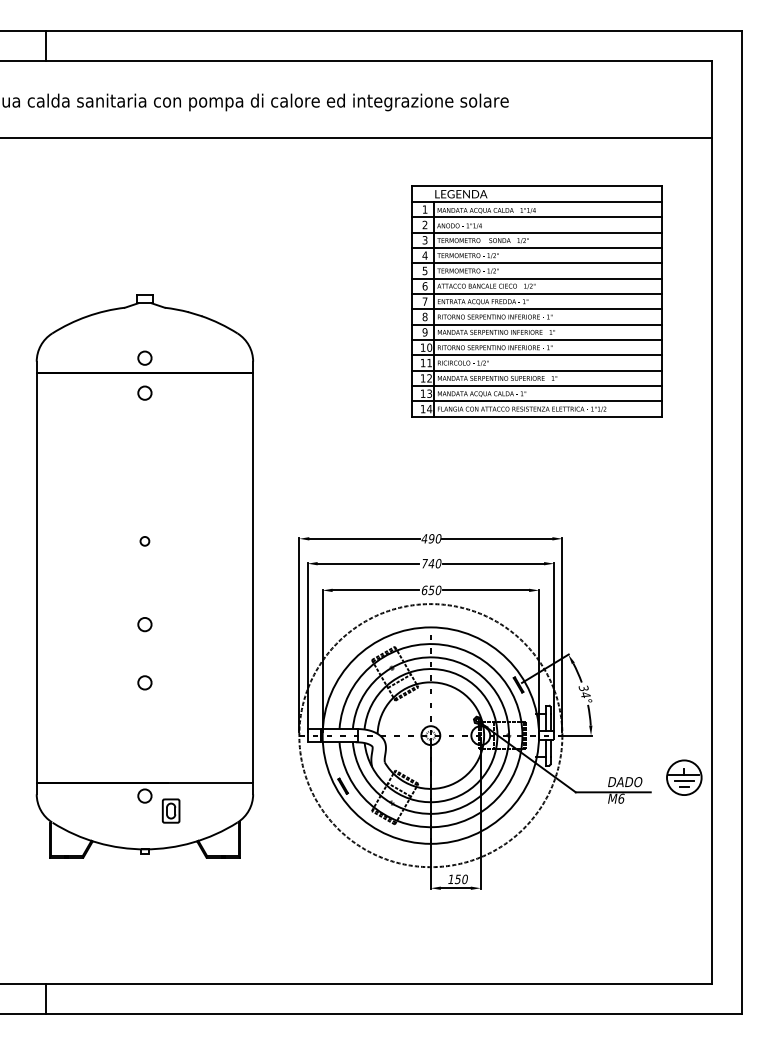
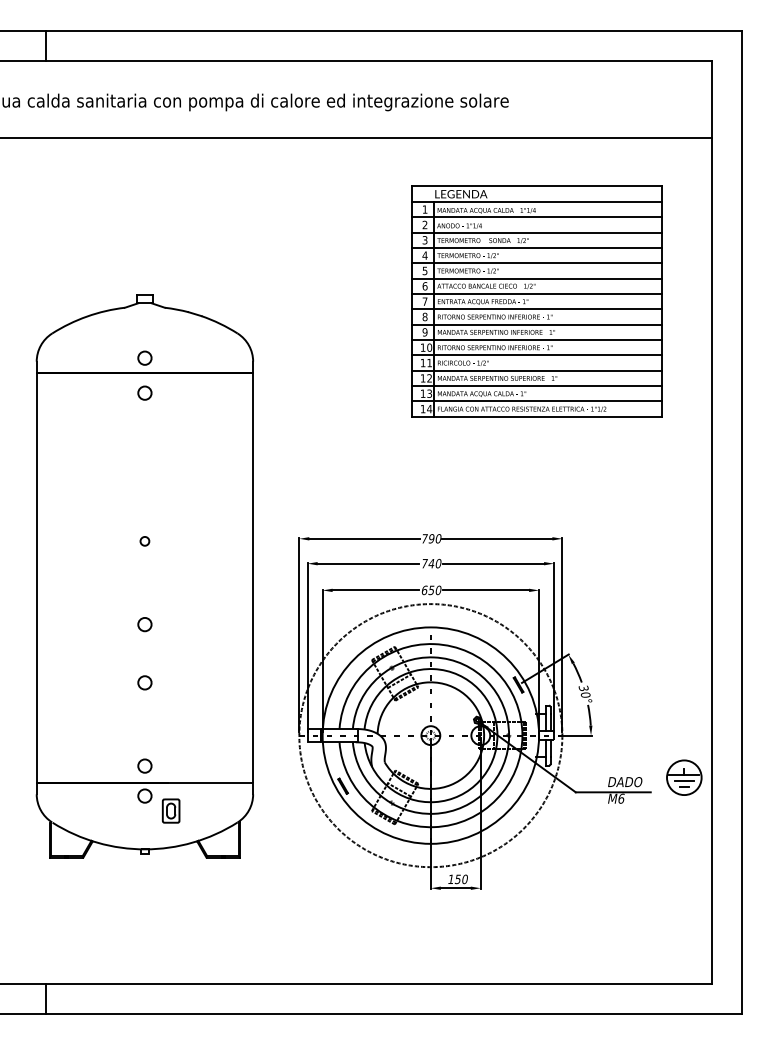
text at (424, 538): 490 -> 790
text at (585, 694): 34° -> 30°
circle at (144, 765): none -> present
